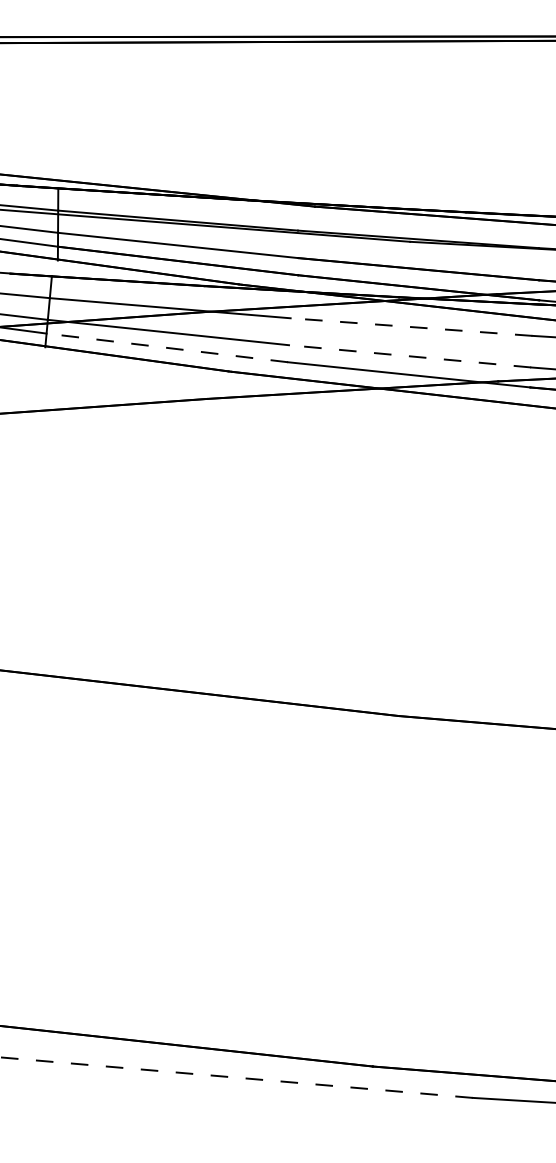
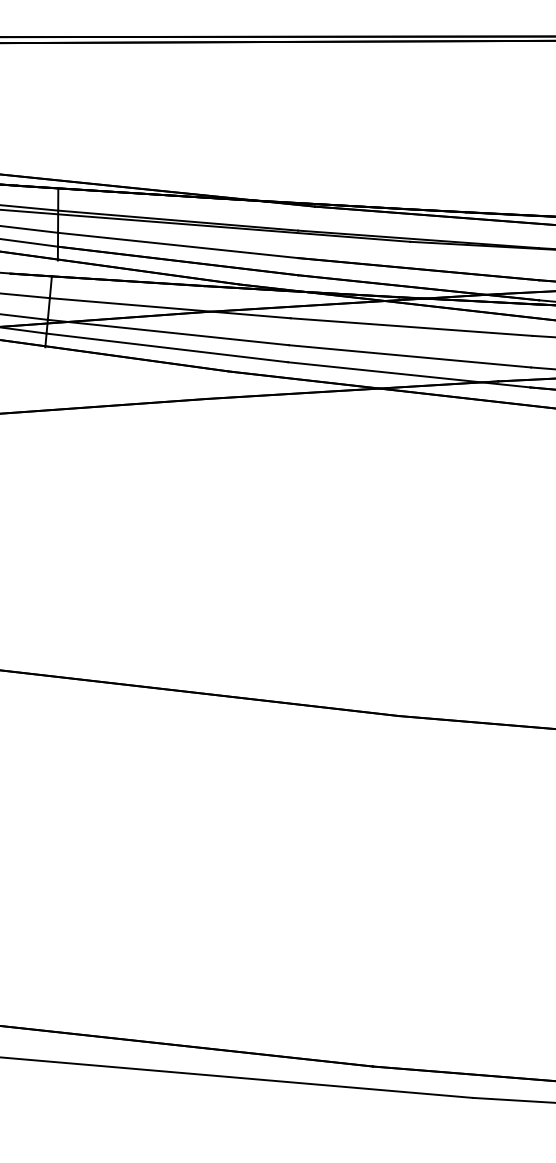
line at (411, 327): dashed -> solid
line at (167, 347): dashed -> solid
line at (410, 356): dashed -> solid
line at (236, 1077): dashed -> solid
